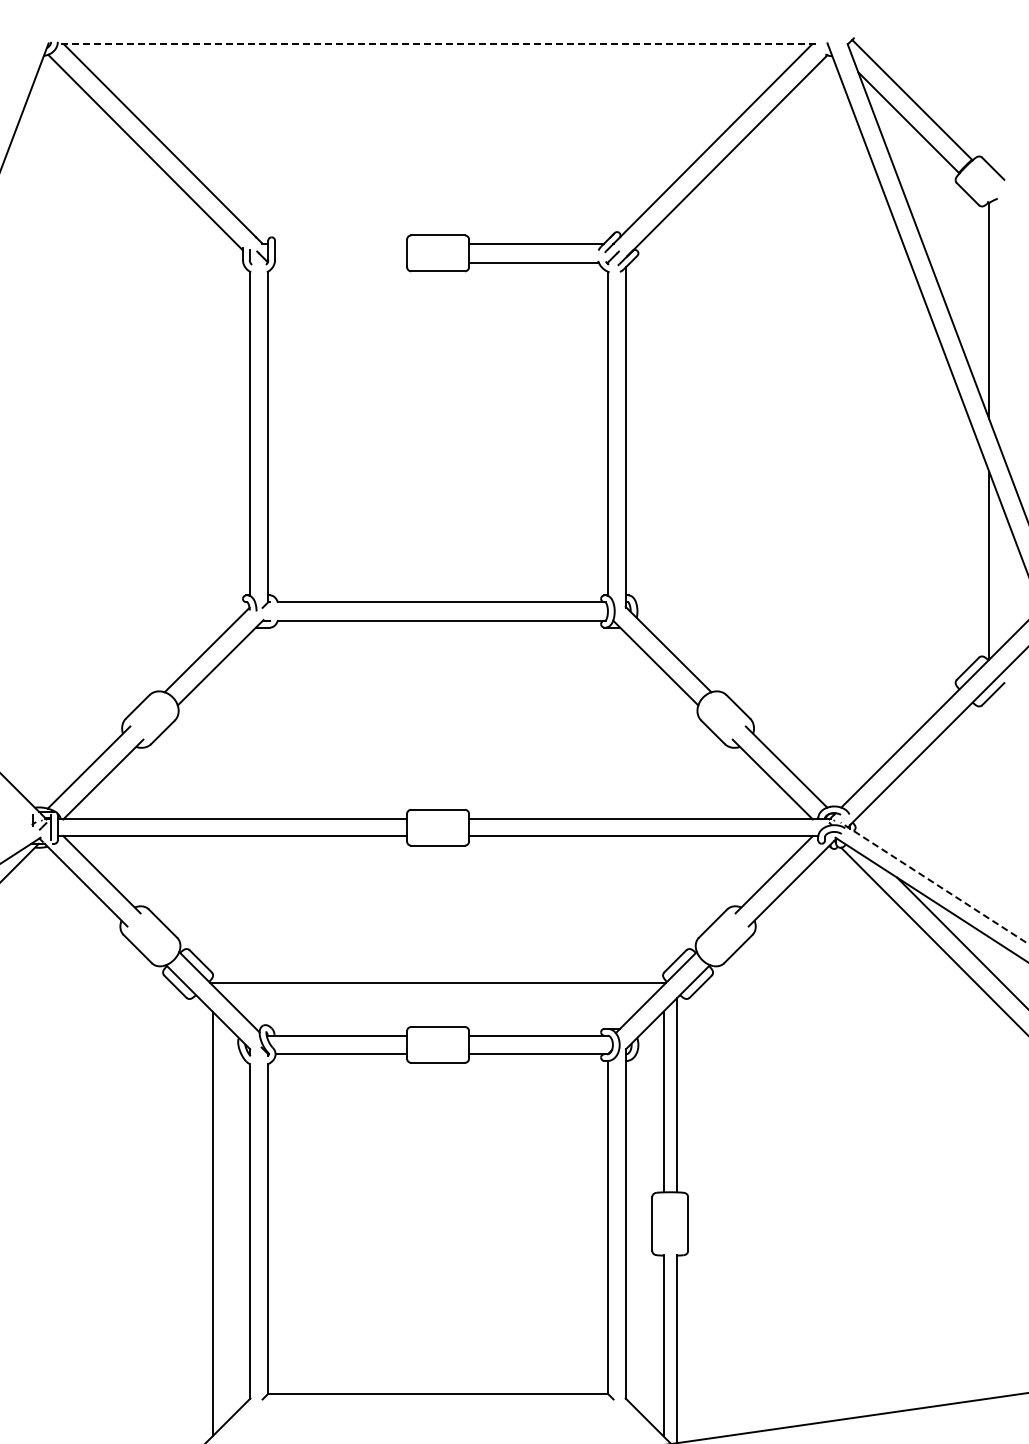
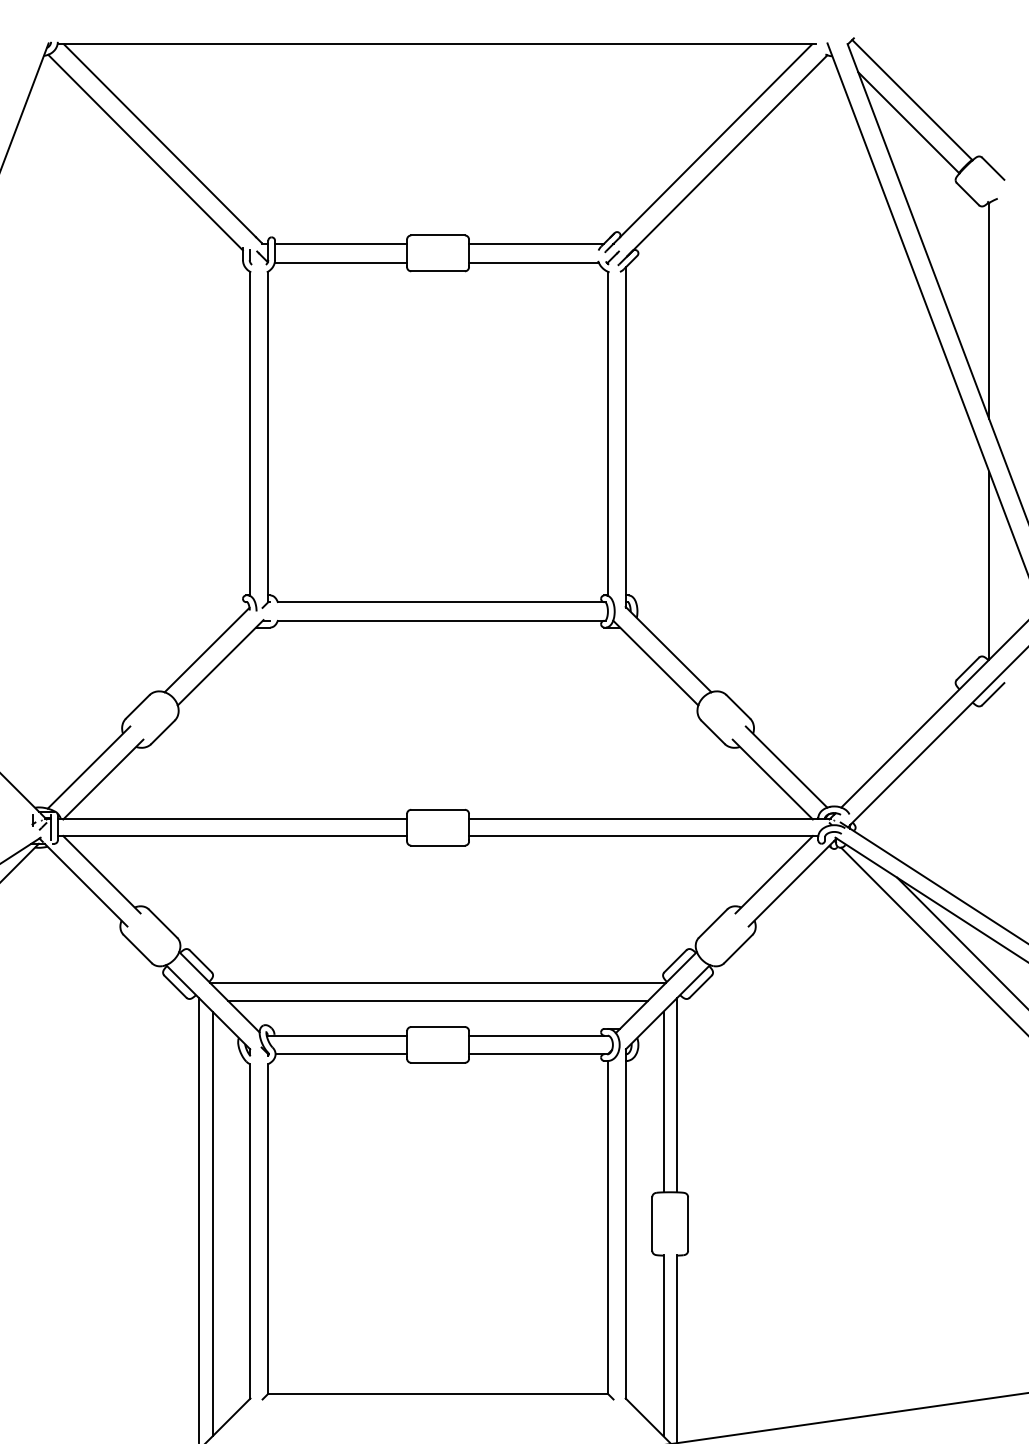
line at (437, 44): dashed -> solid
line at (341, 244): none -> present
line at (340, 262): none -> present
line at (934, 883): dashed -> solid
line at (437, 1001): none -> present
line at (199, 1219): none -> present
